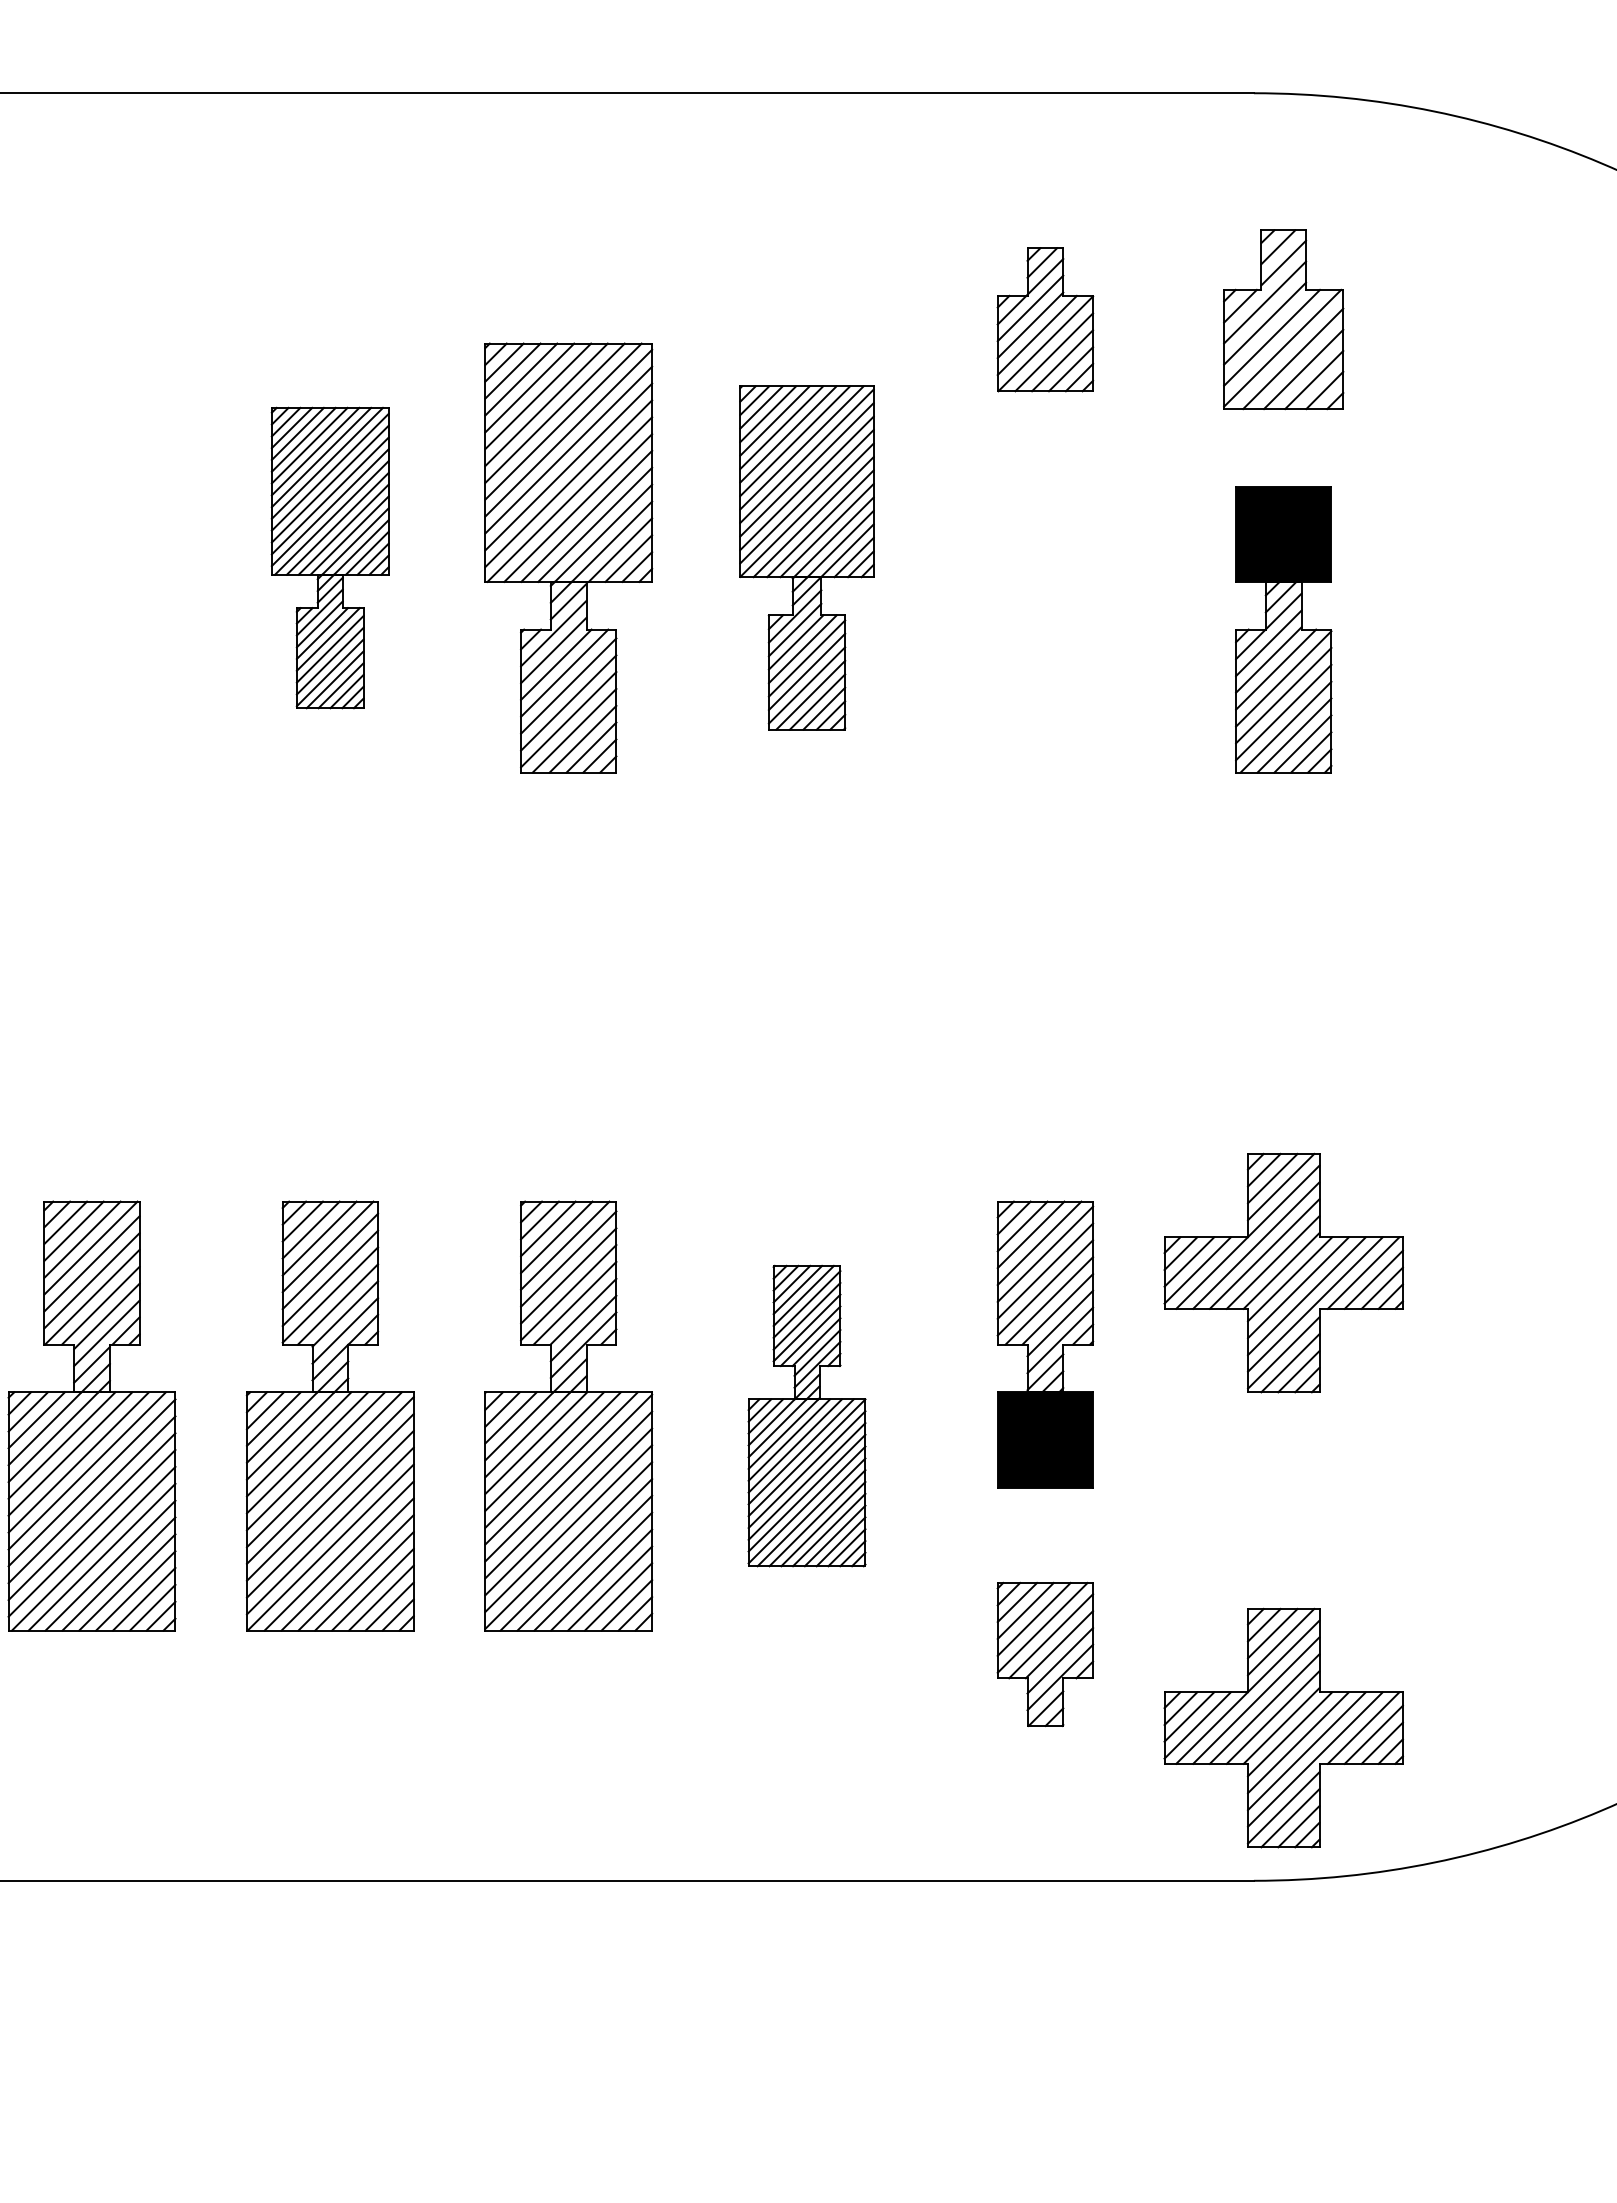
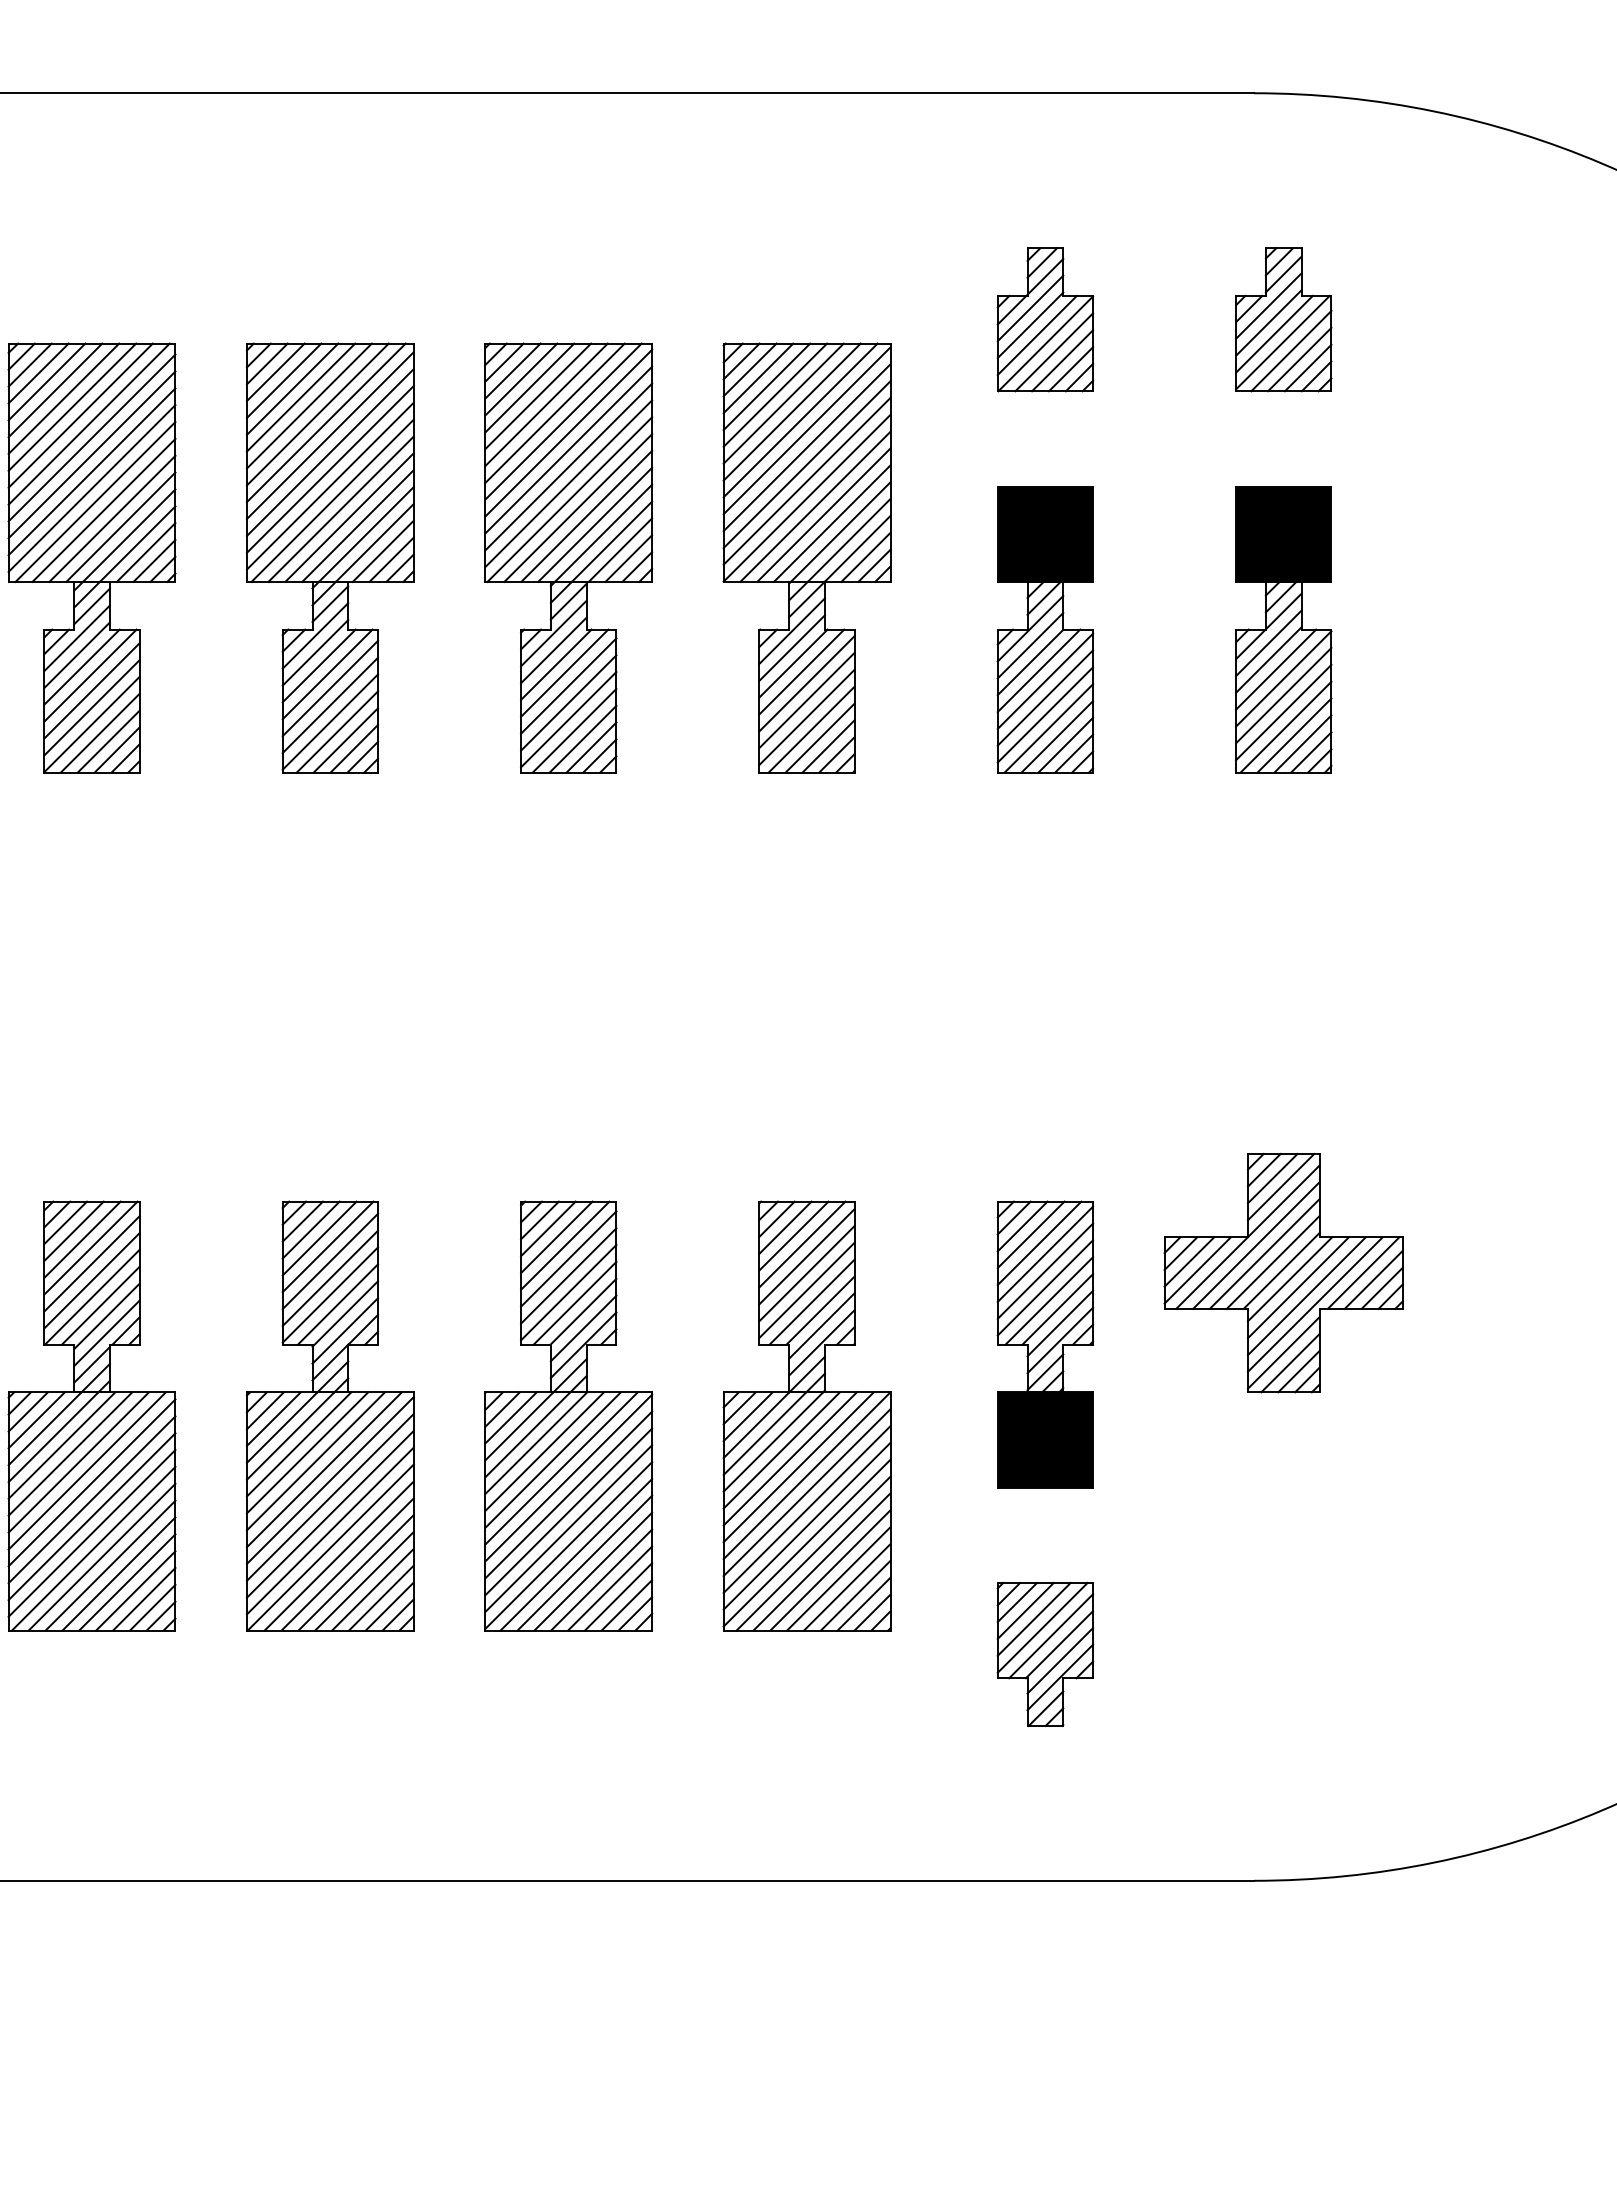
part at (1283, 319) size: 122x182 px -> 98x146 px
part at (91, 557): none -> present
part at (329, 557) size: 120x304 px -> 170x432 px
part at (806, 557) size: 136x346 px -> 170x432 px
part at (1045, 629): none -> present
part at (806, 1415) size: 120x304 px -> 170x432 px
part at (1283, 1727): present -> none
